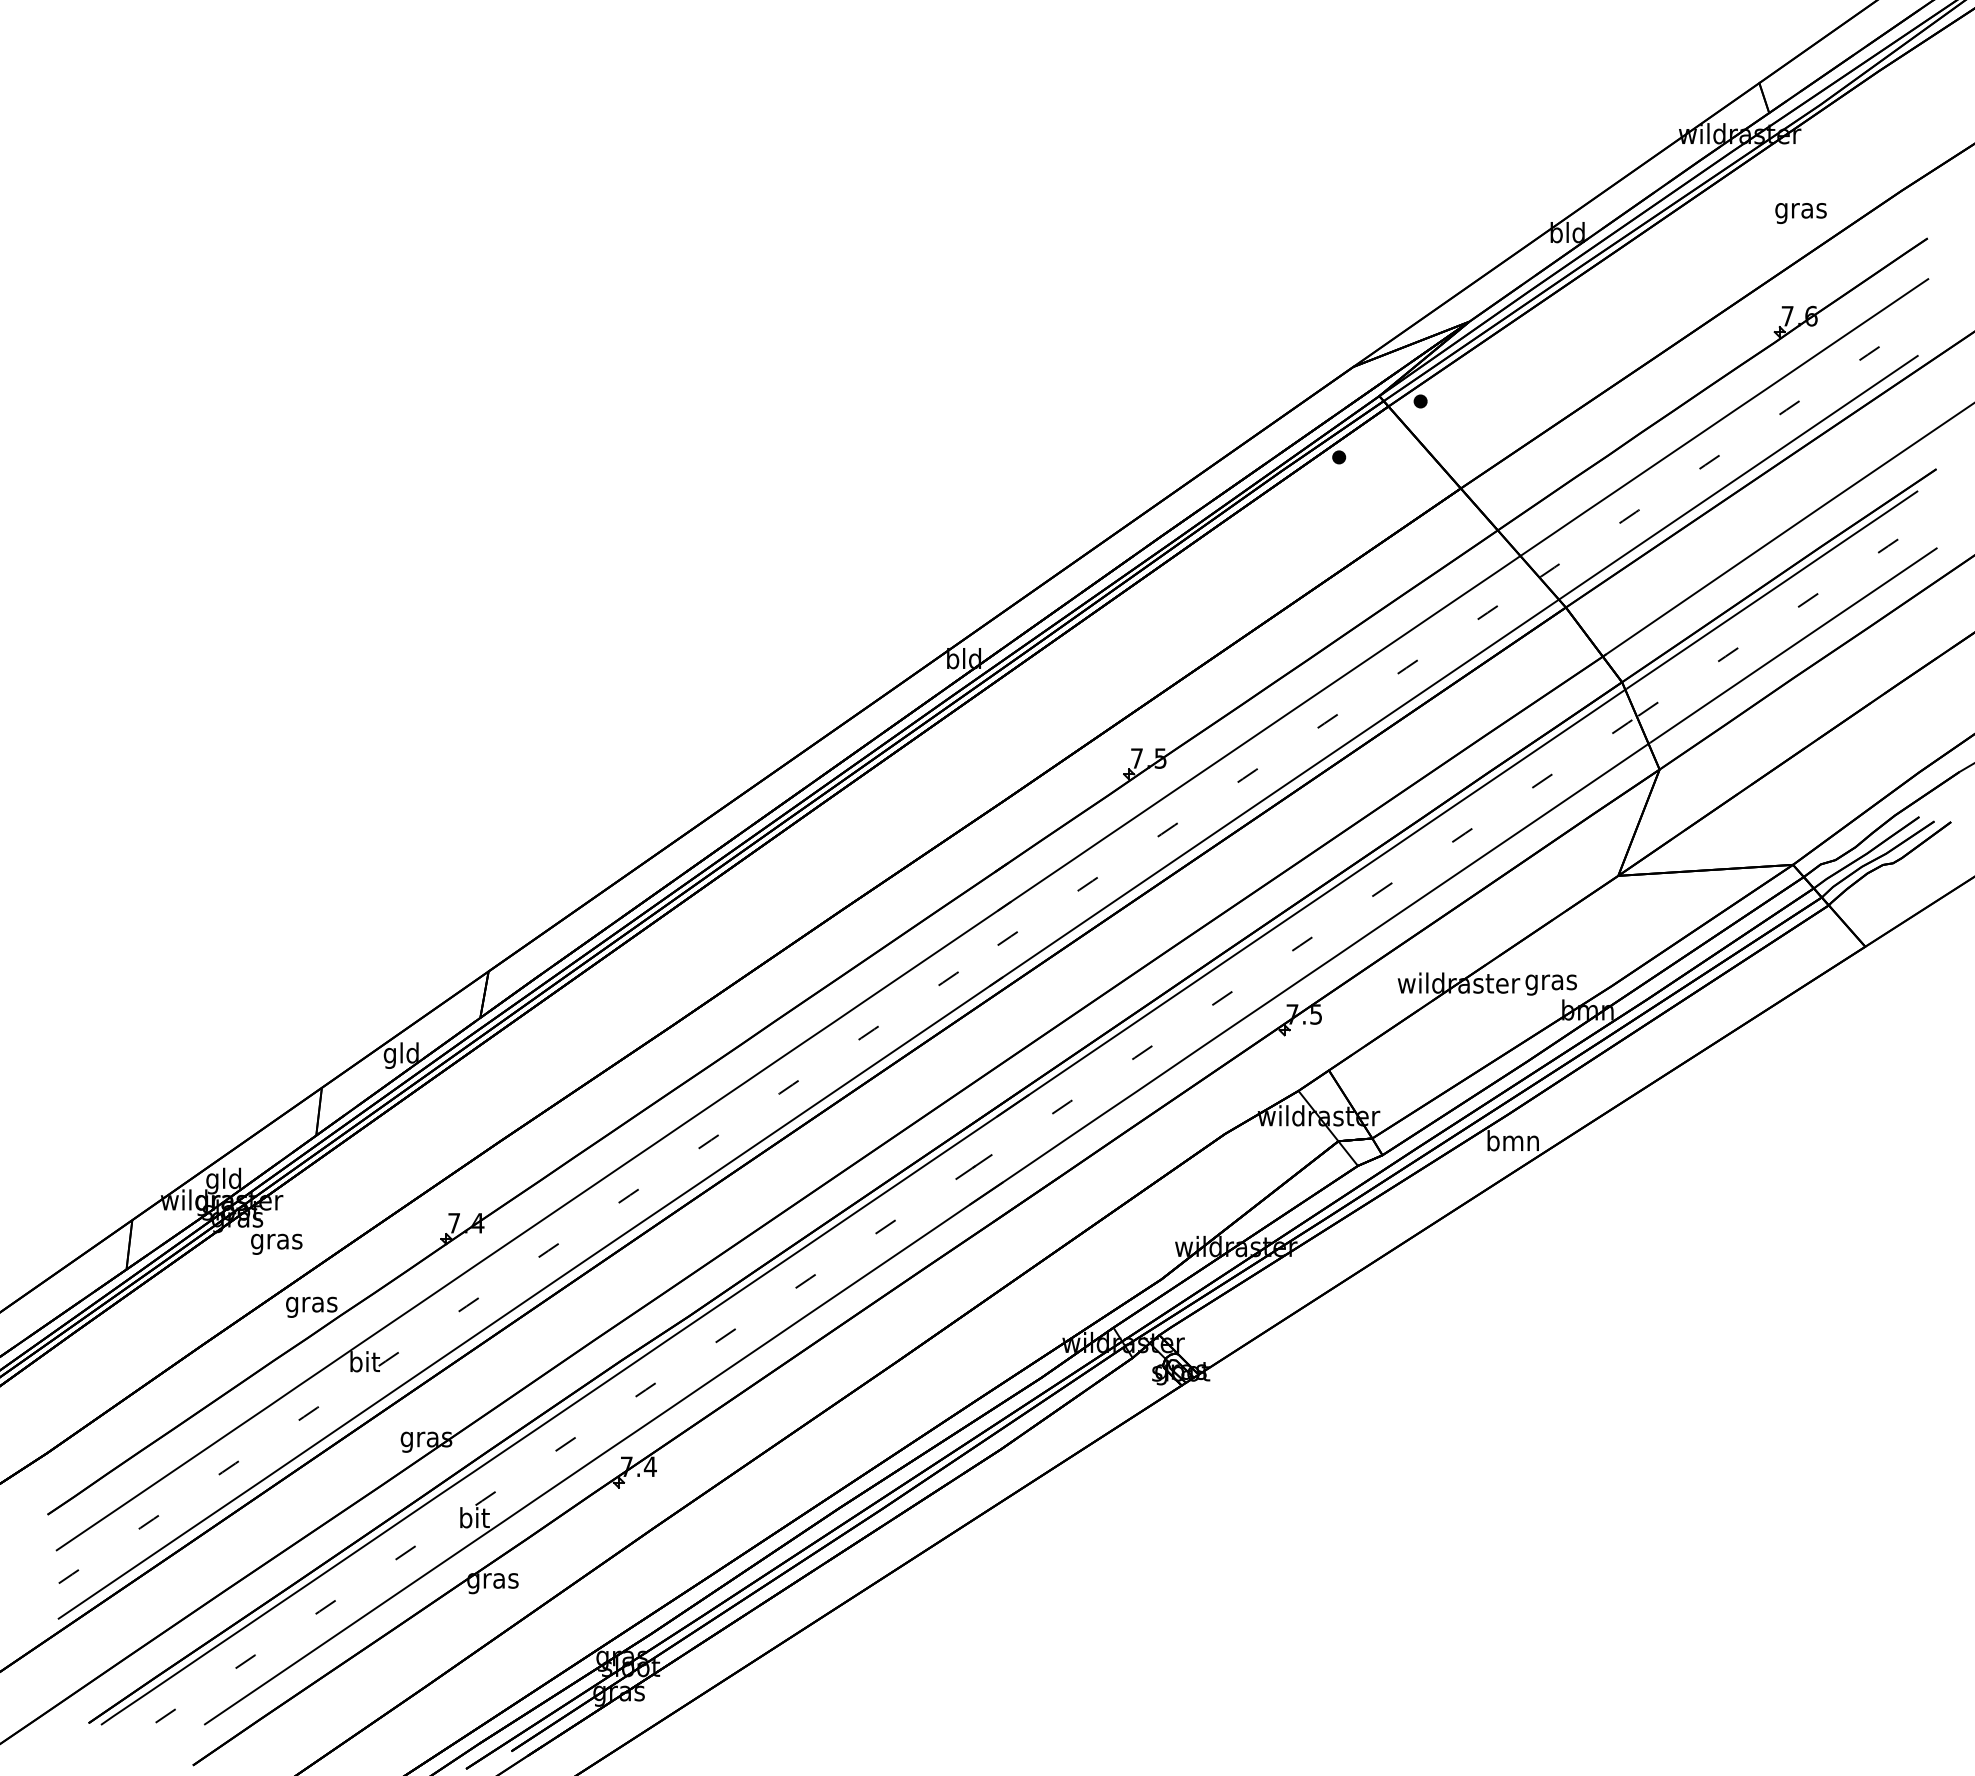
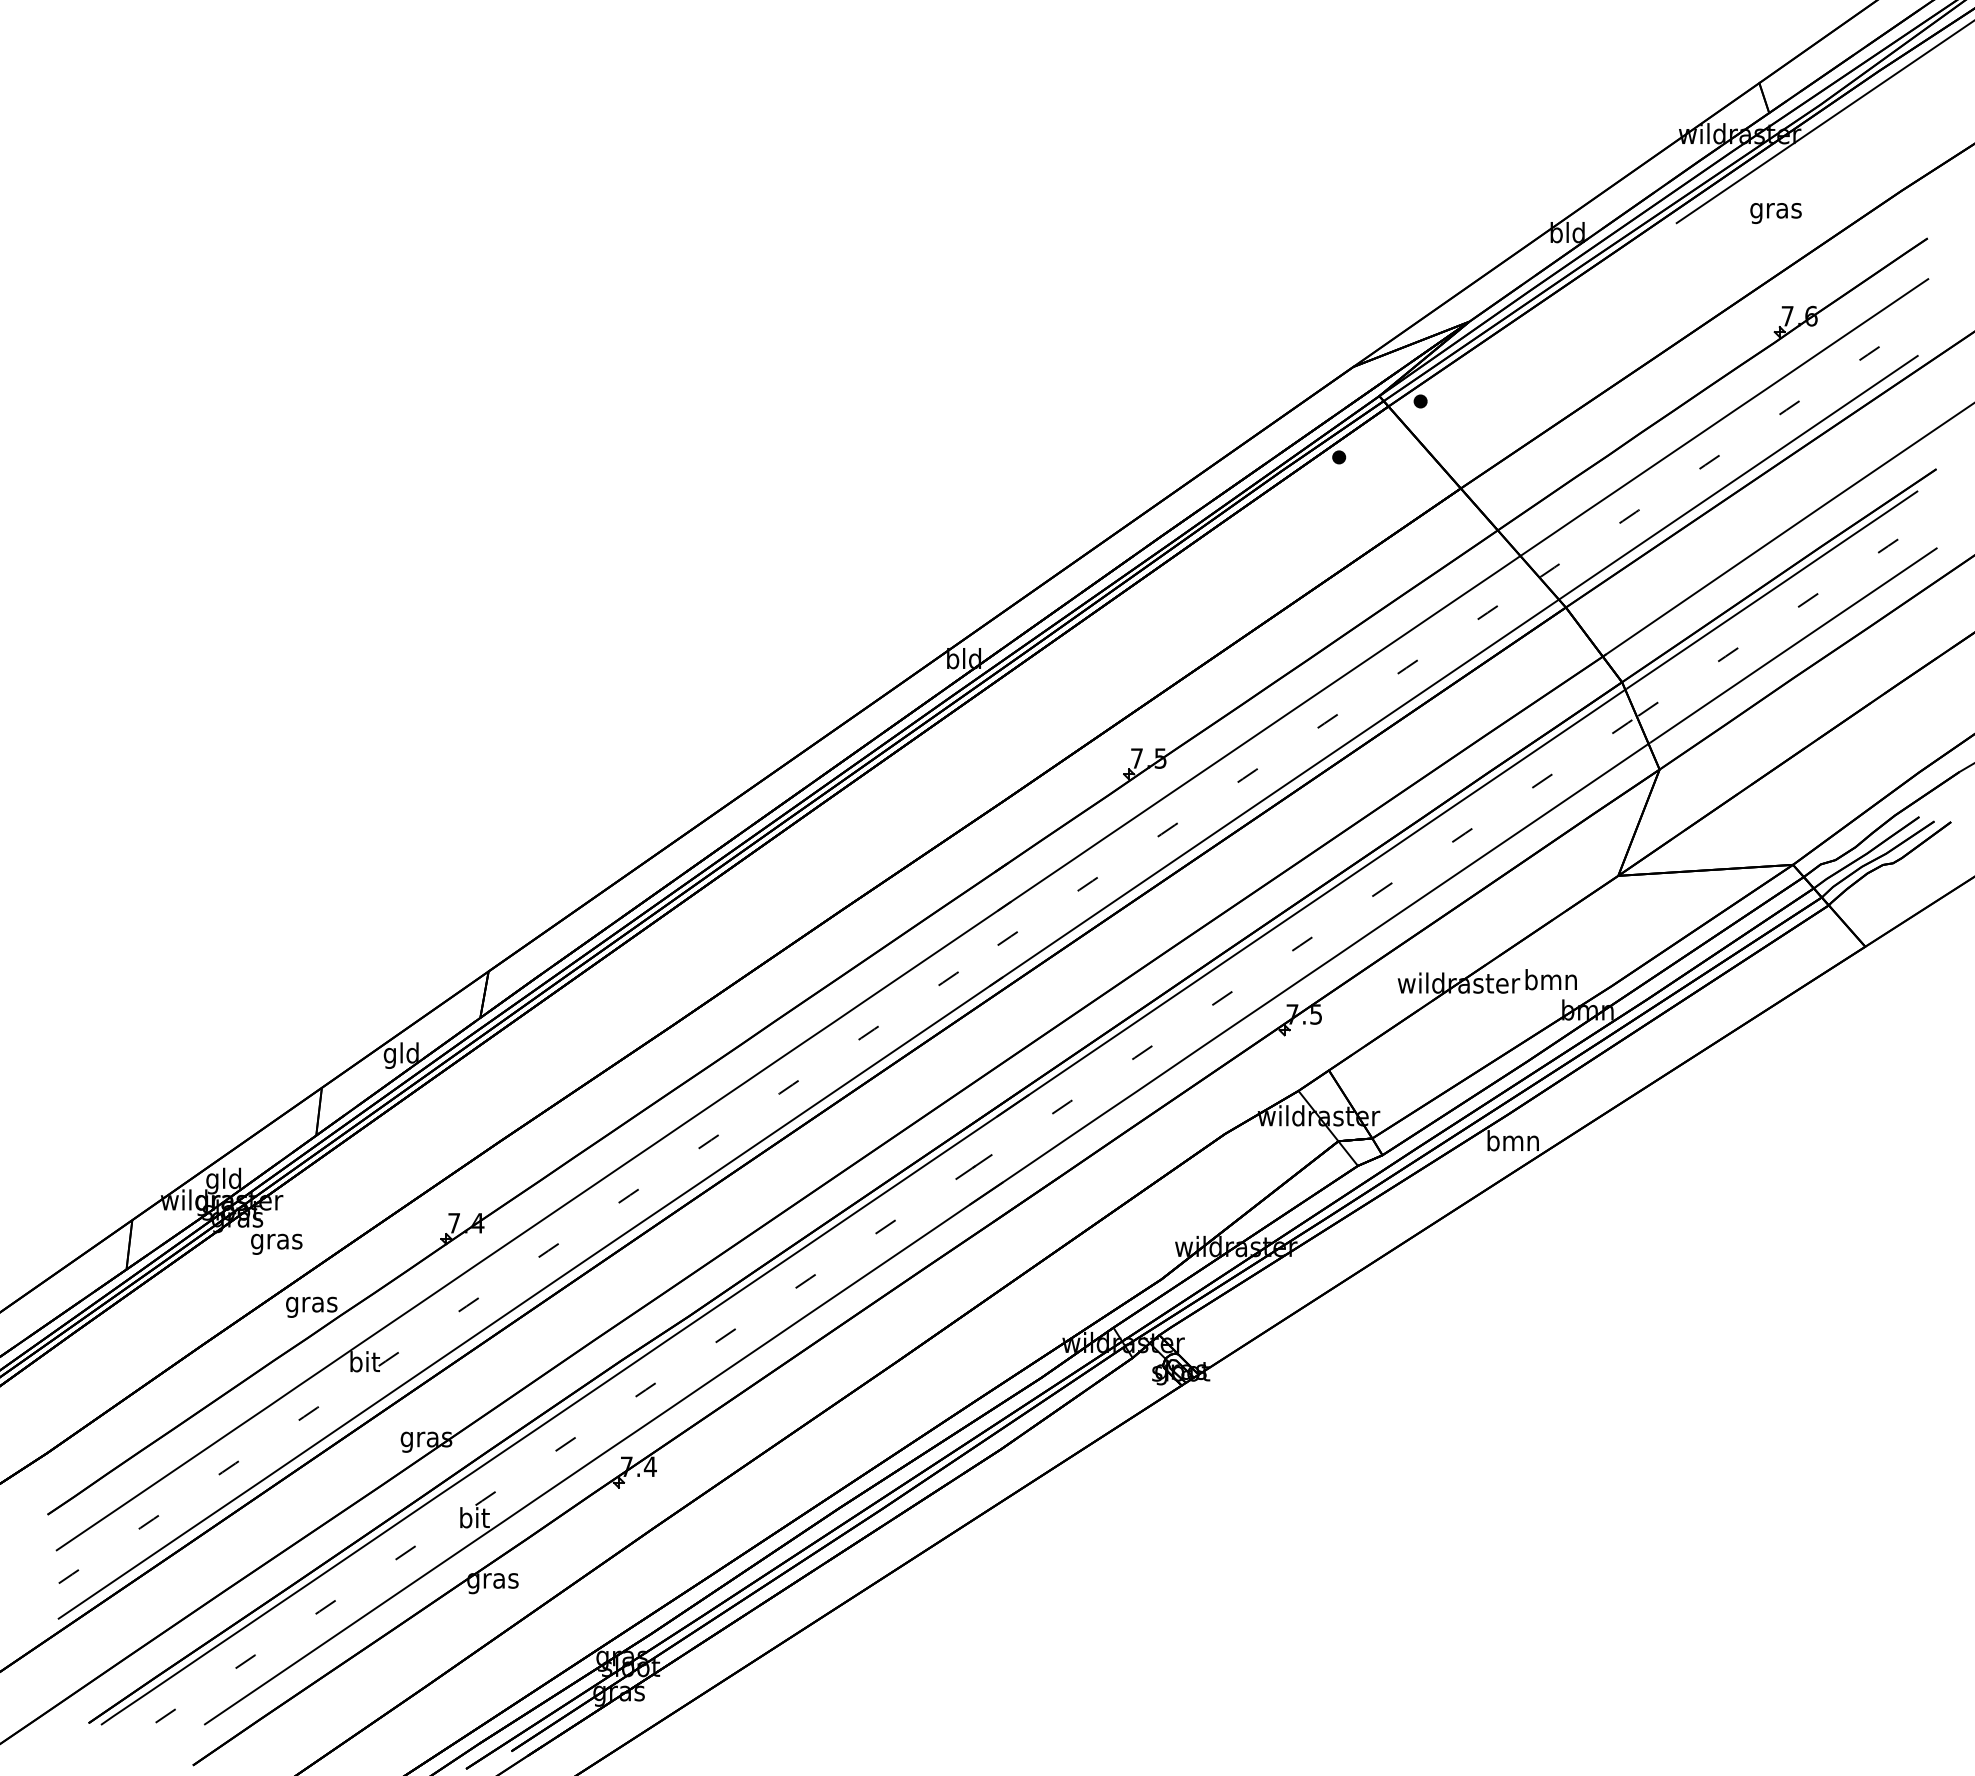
line at (1823, 122): none -> present
text at (1800, 213) position: (1800, 213) -> (1775, 213)
text at (1550, 982): gras -> bmn
